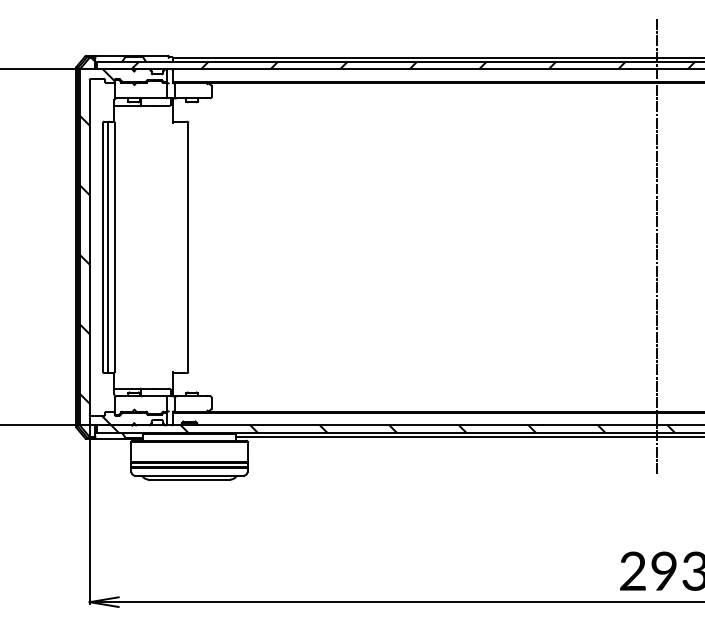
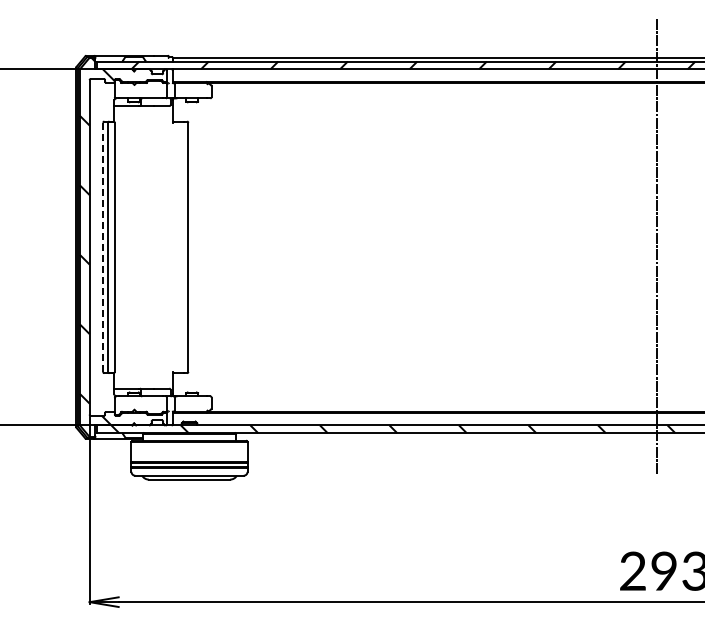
line at (103, 247): solid -> dashed
line at (468, 437): present -> none
